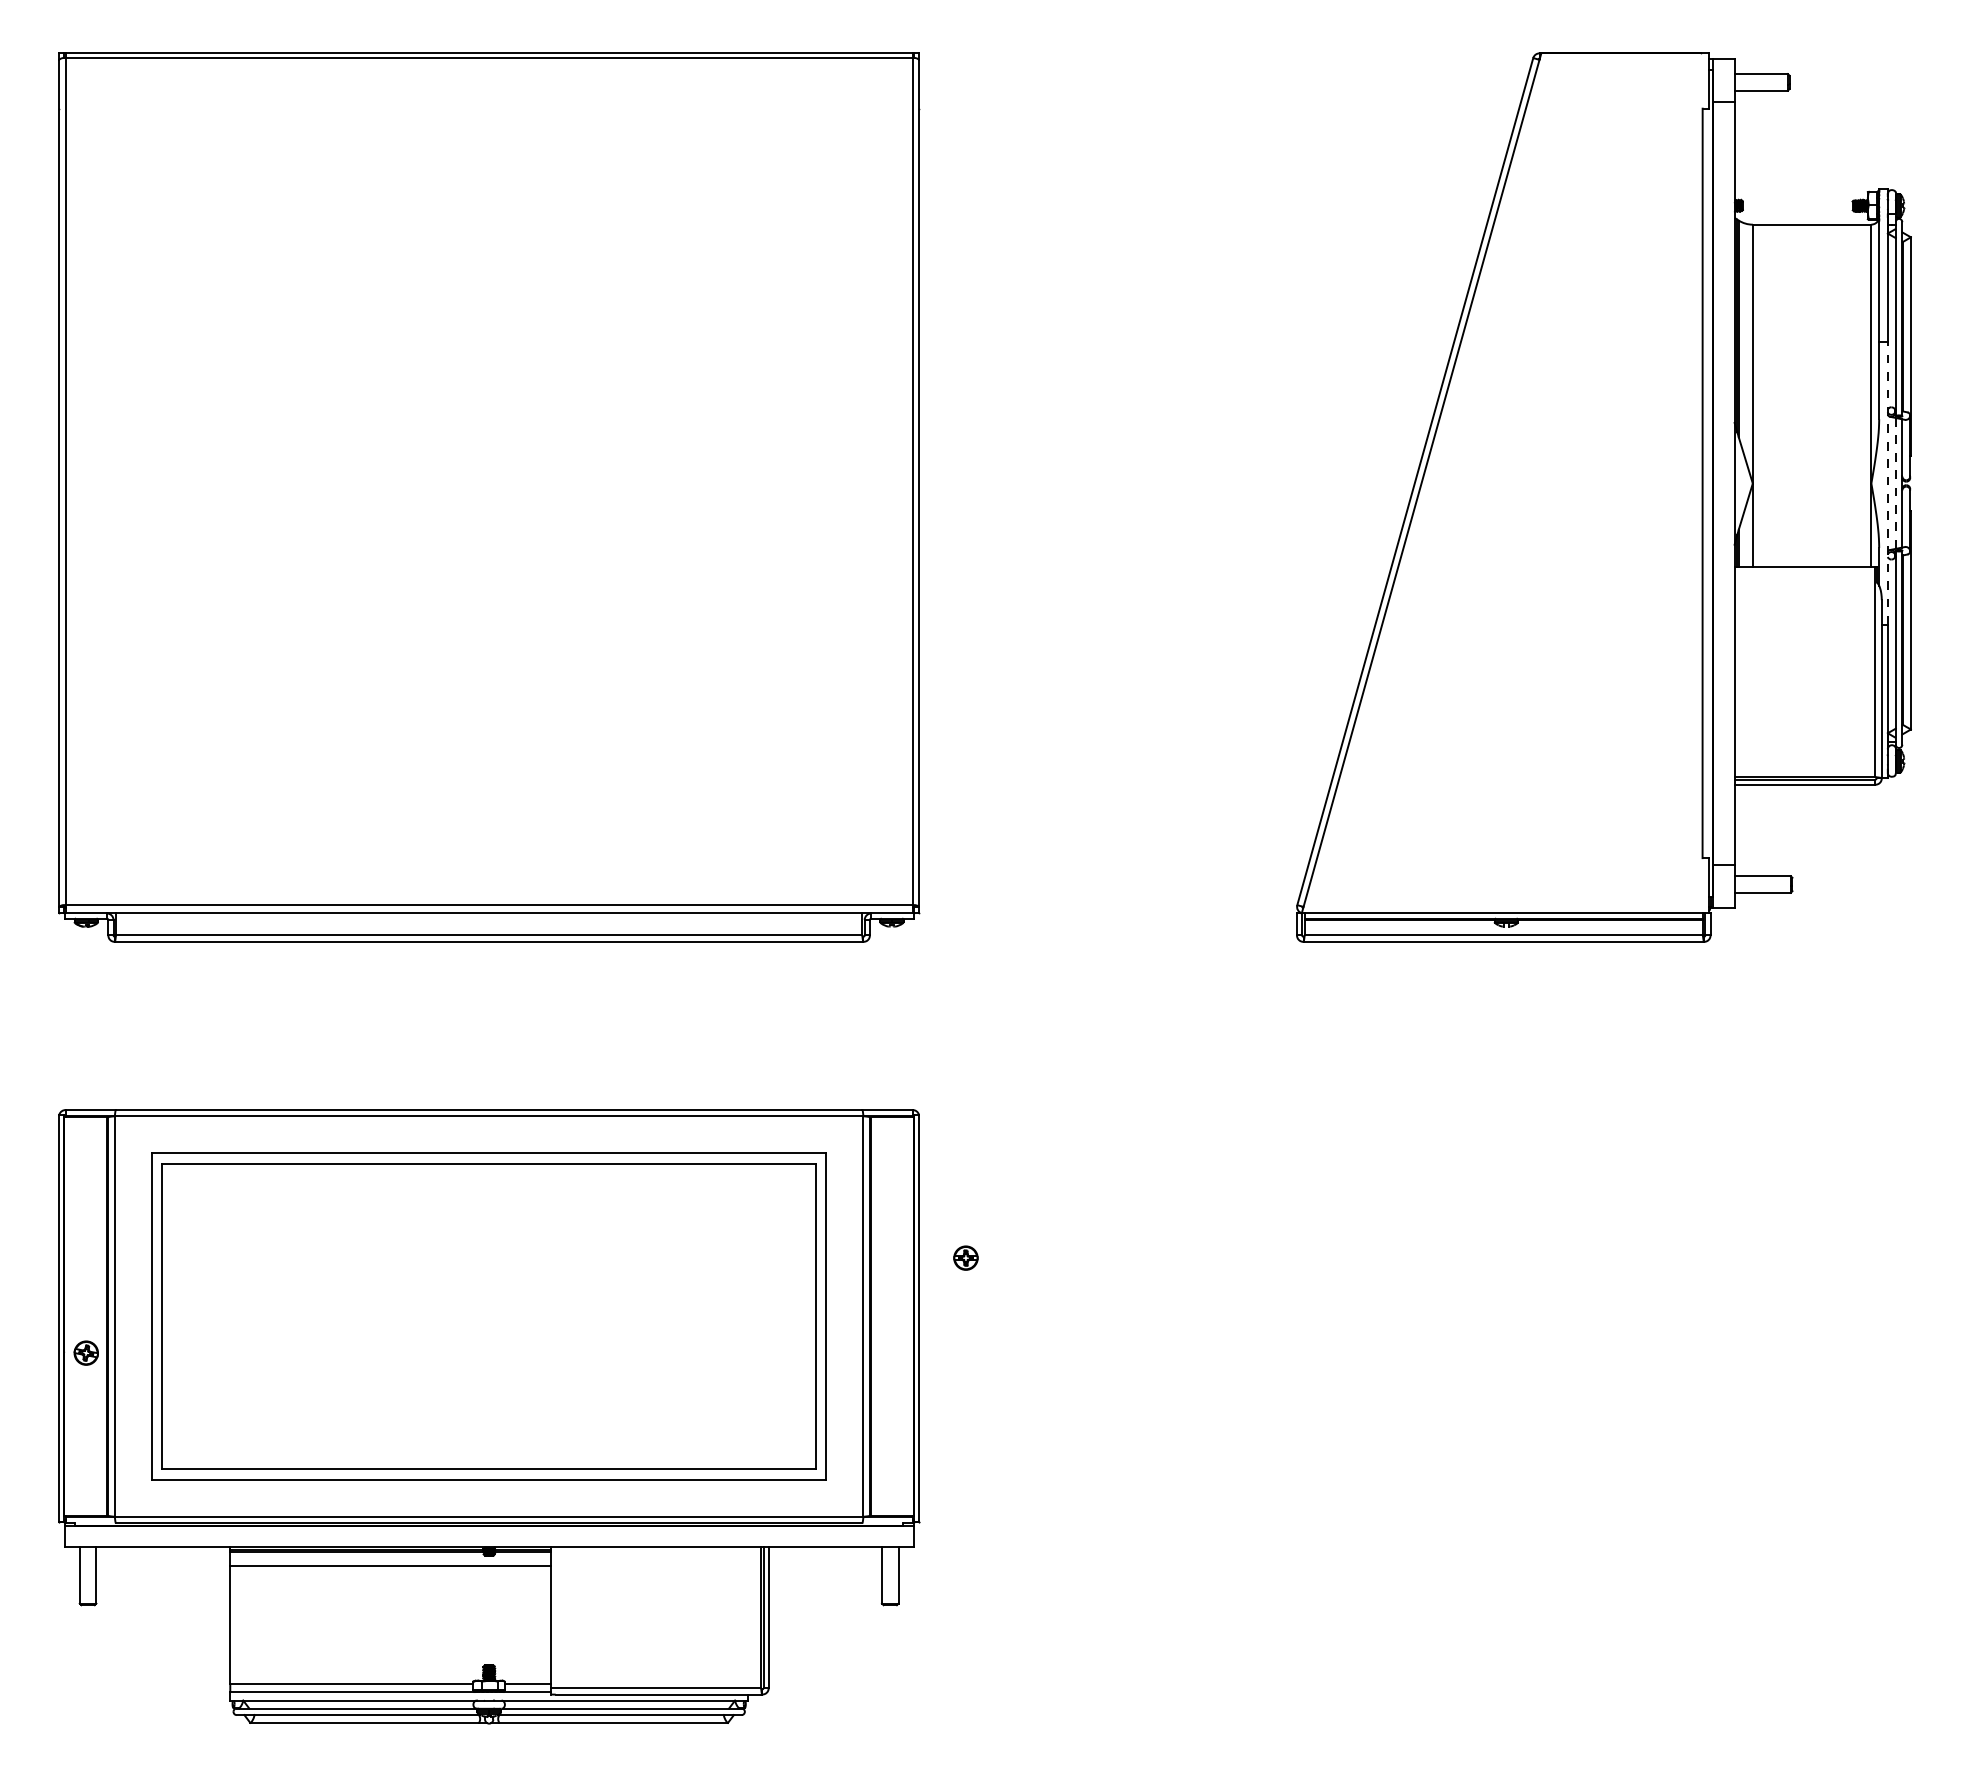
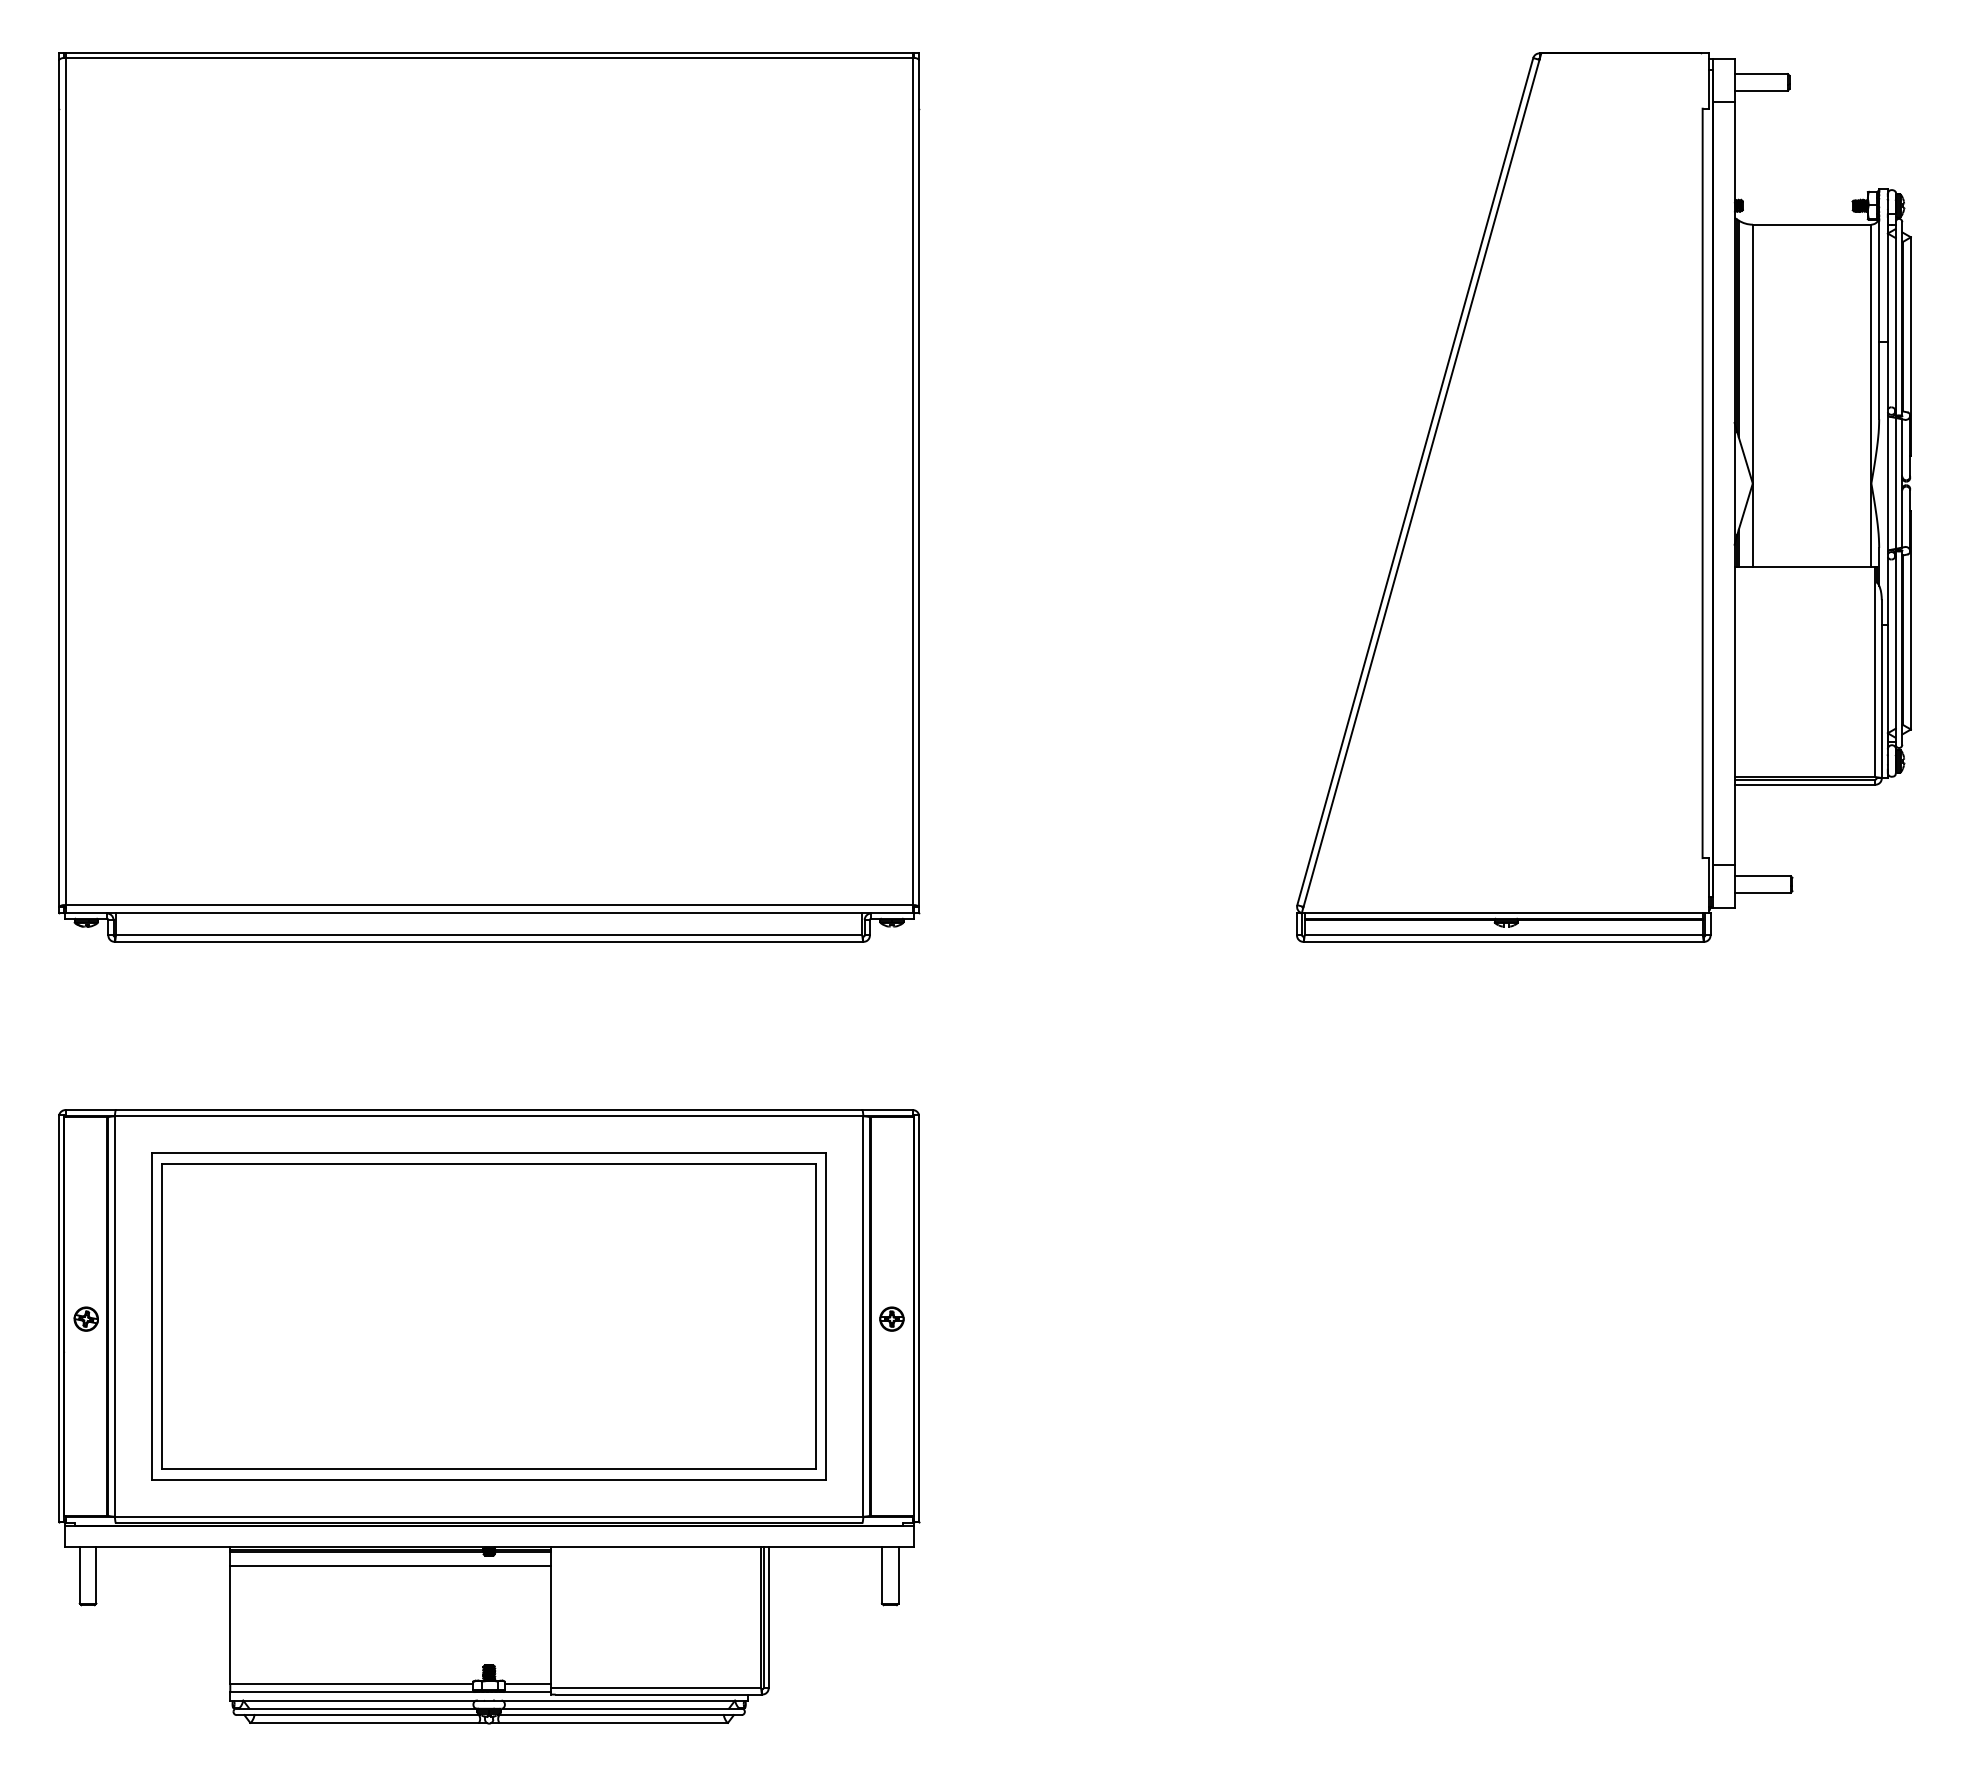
line at (1887, 483): dashed -> solid
line at (1895, 483): dashed -> solid
part at (965, 1257) position: (965, 1257) -> (891, 1318)
part at (85, 1352) position: (85, 1352) -> (85, 1318)
